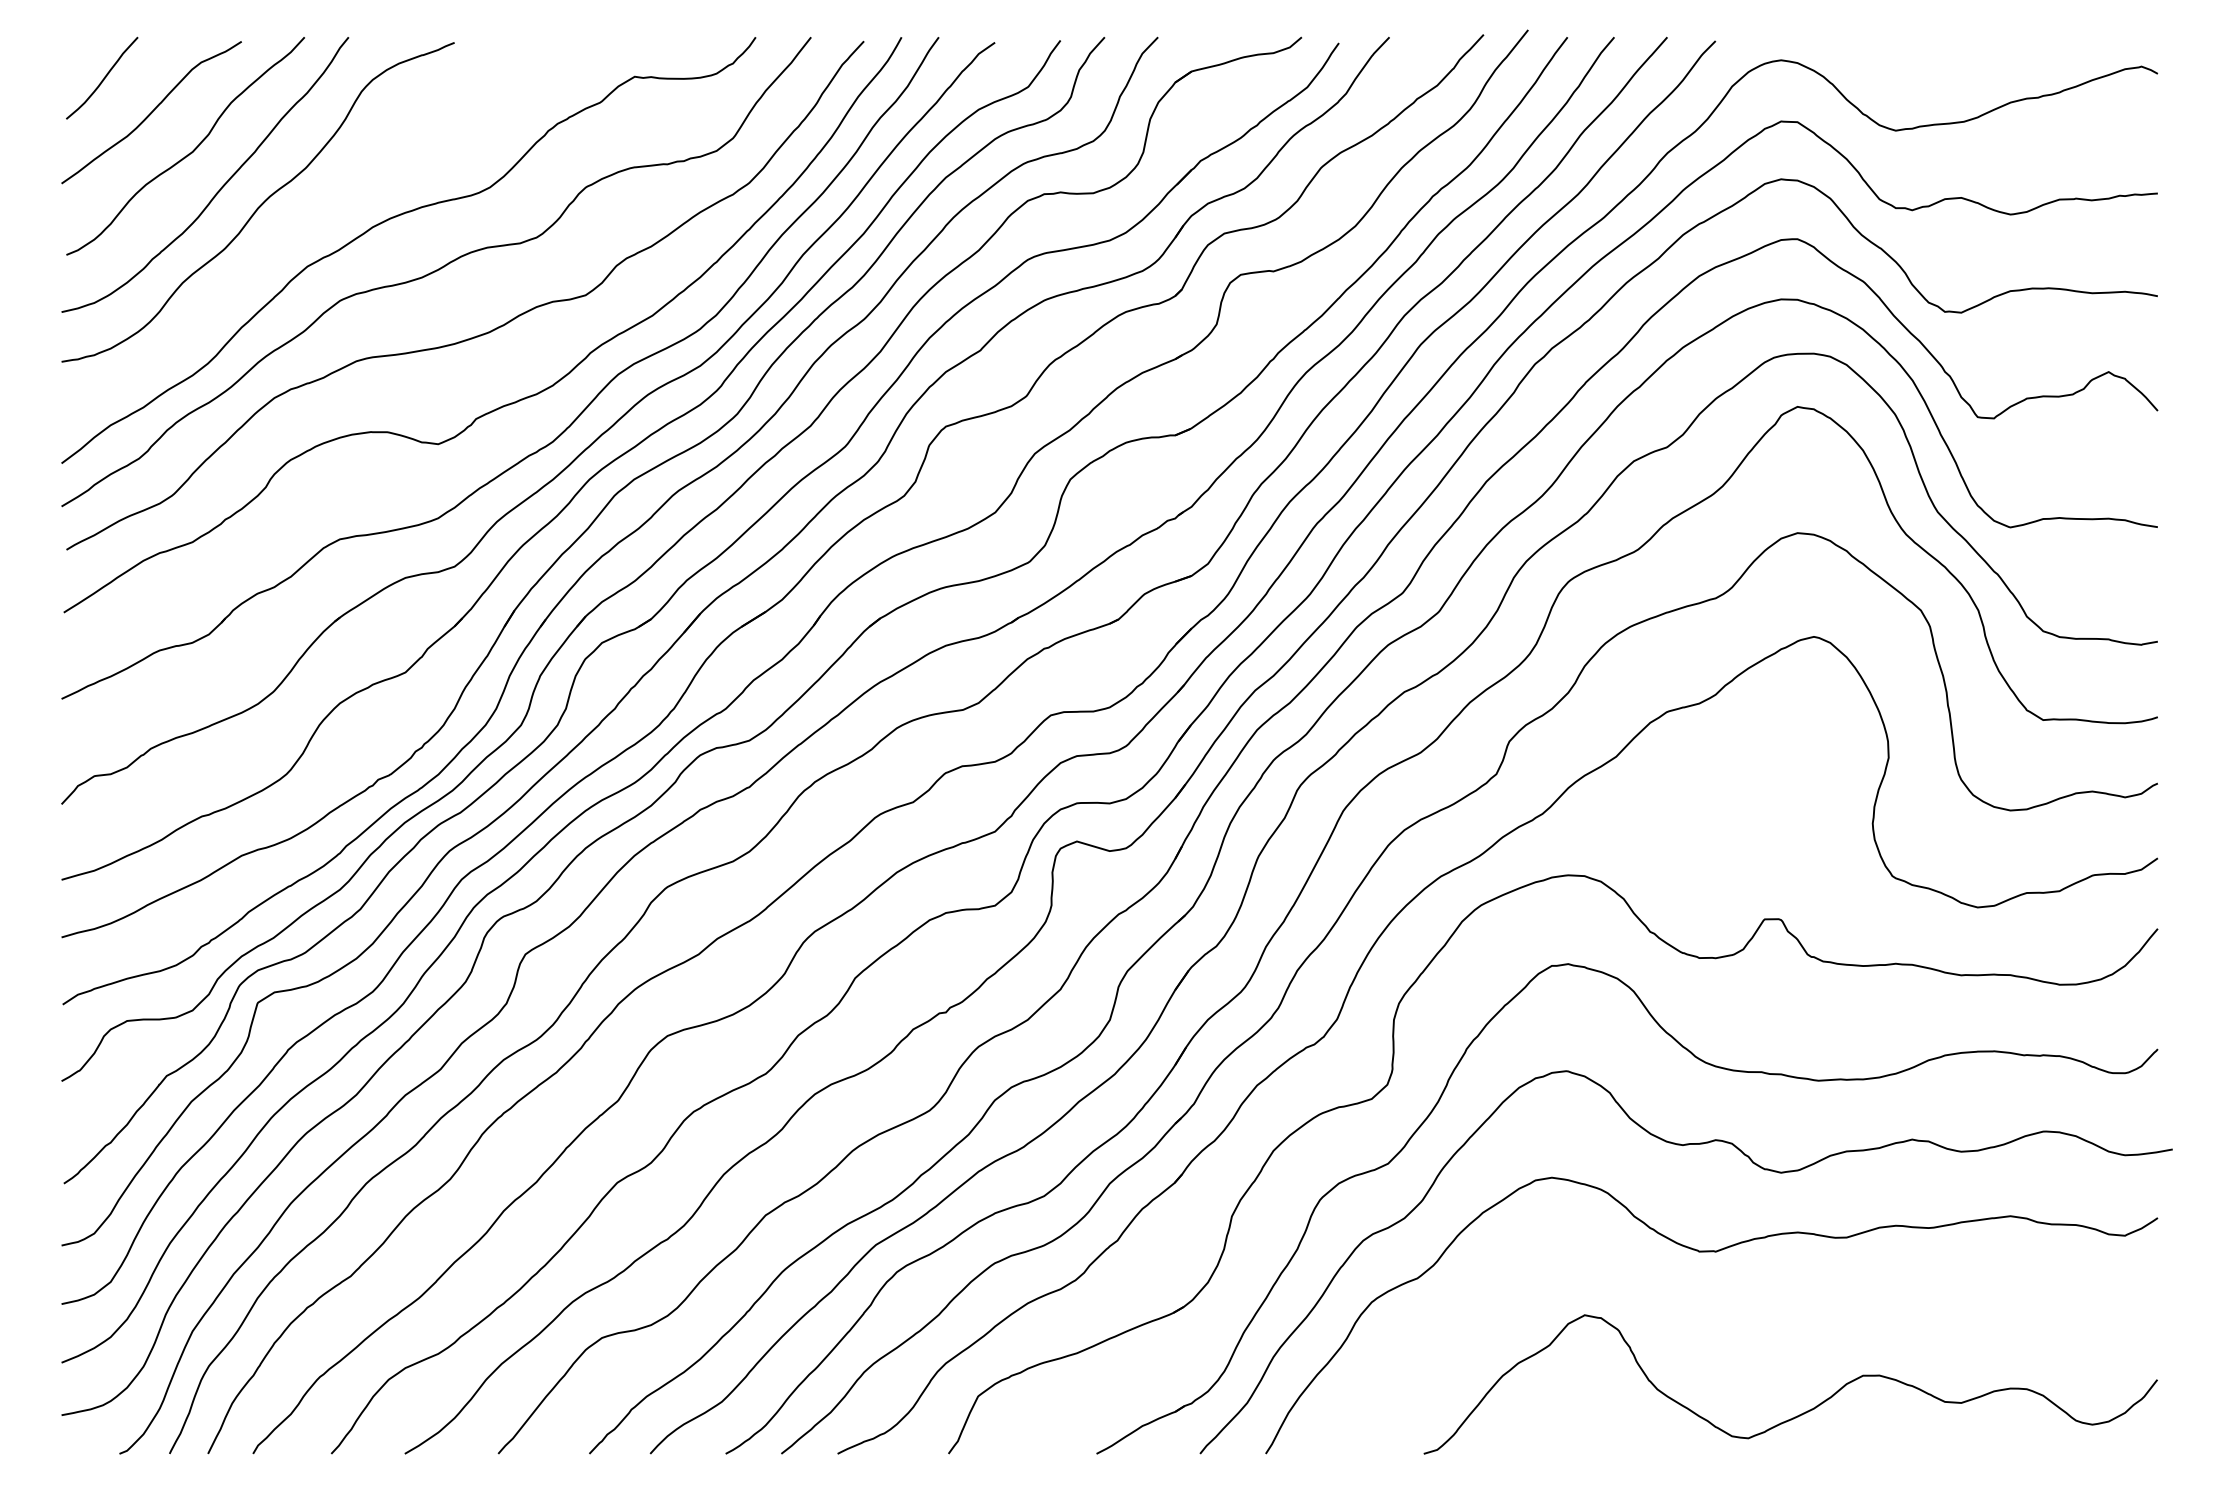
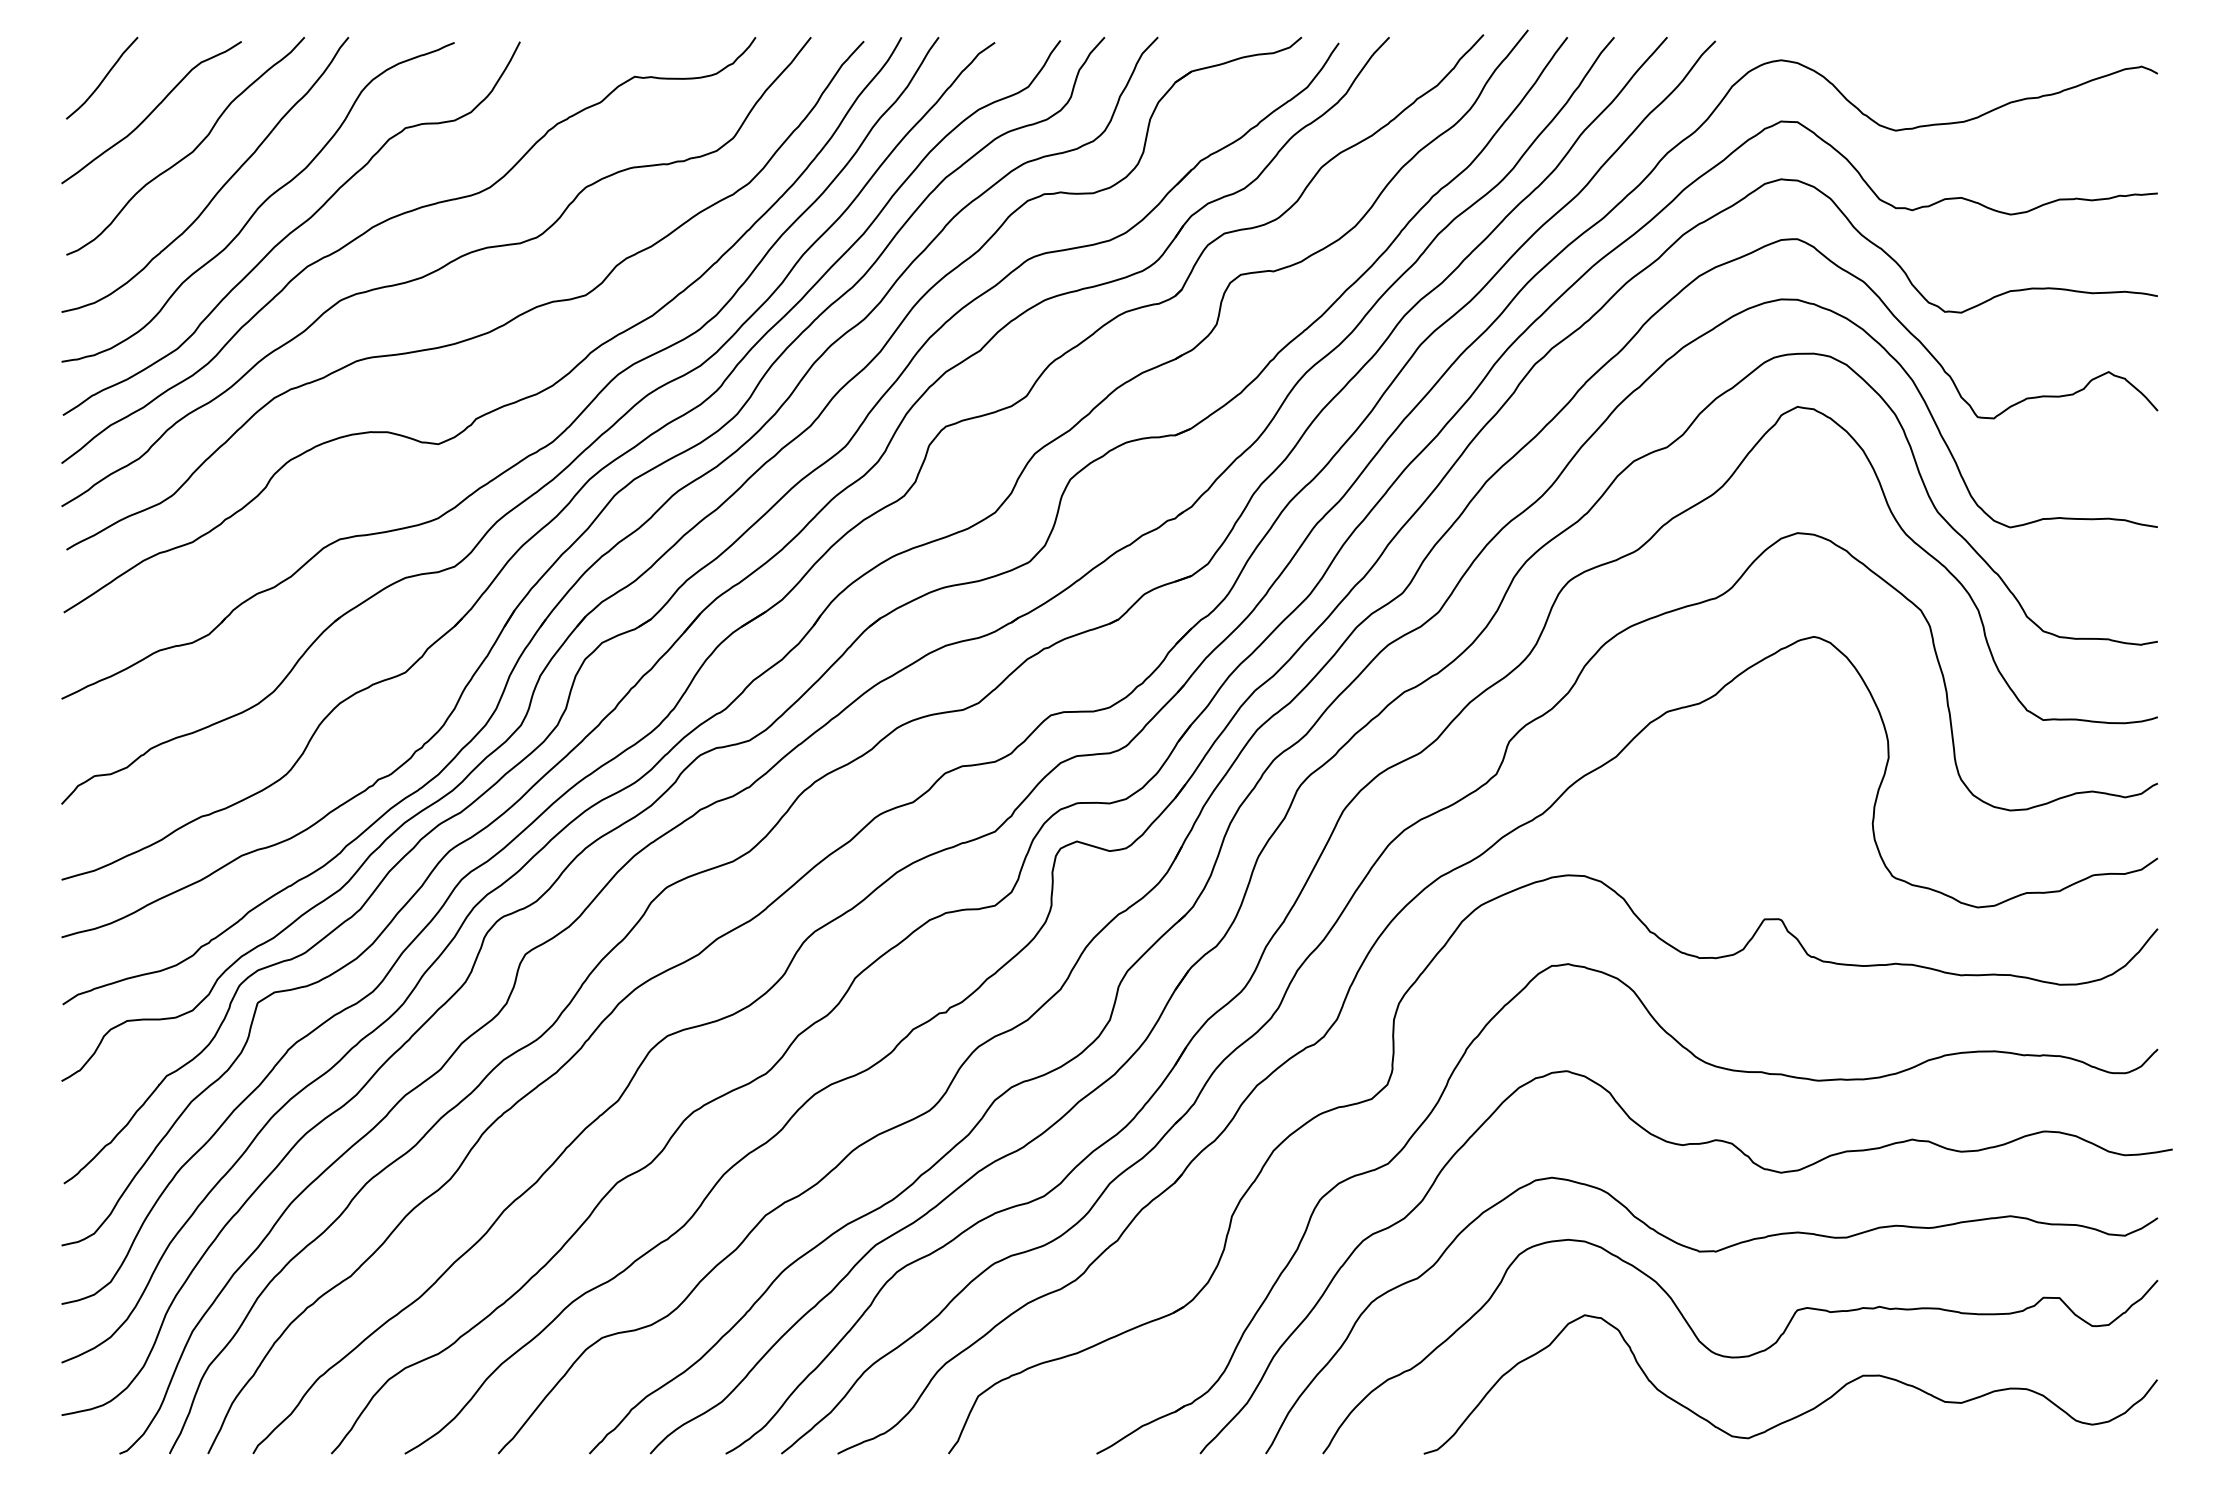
curve at (293, 229): none -> present
curve at (1743, 1355): none -> present
